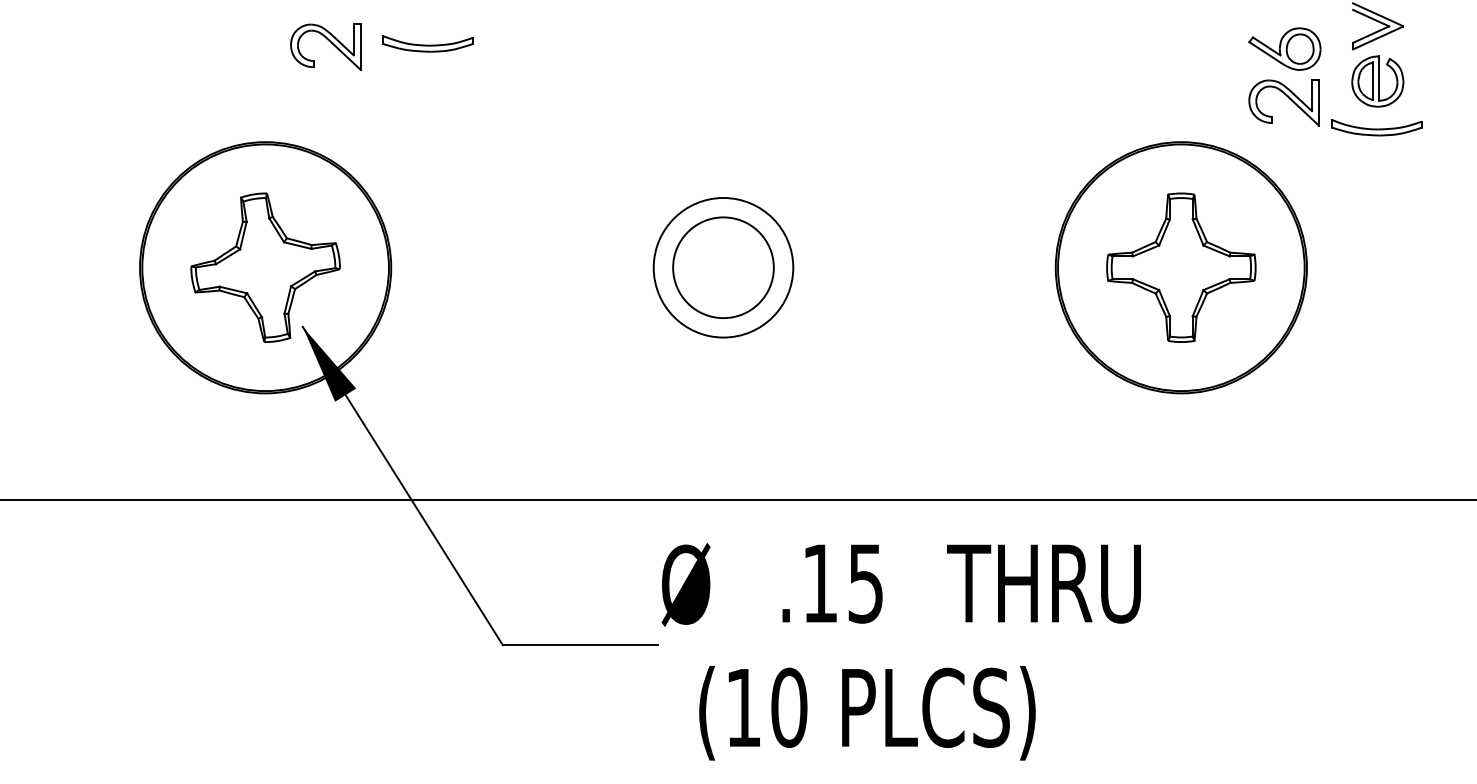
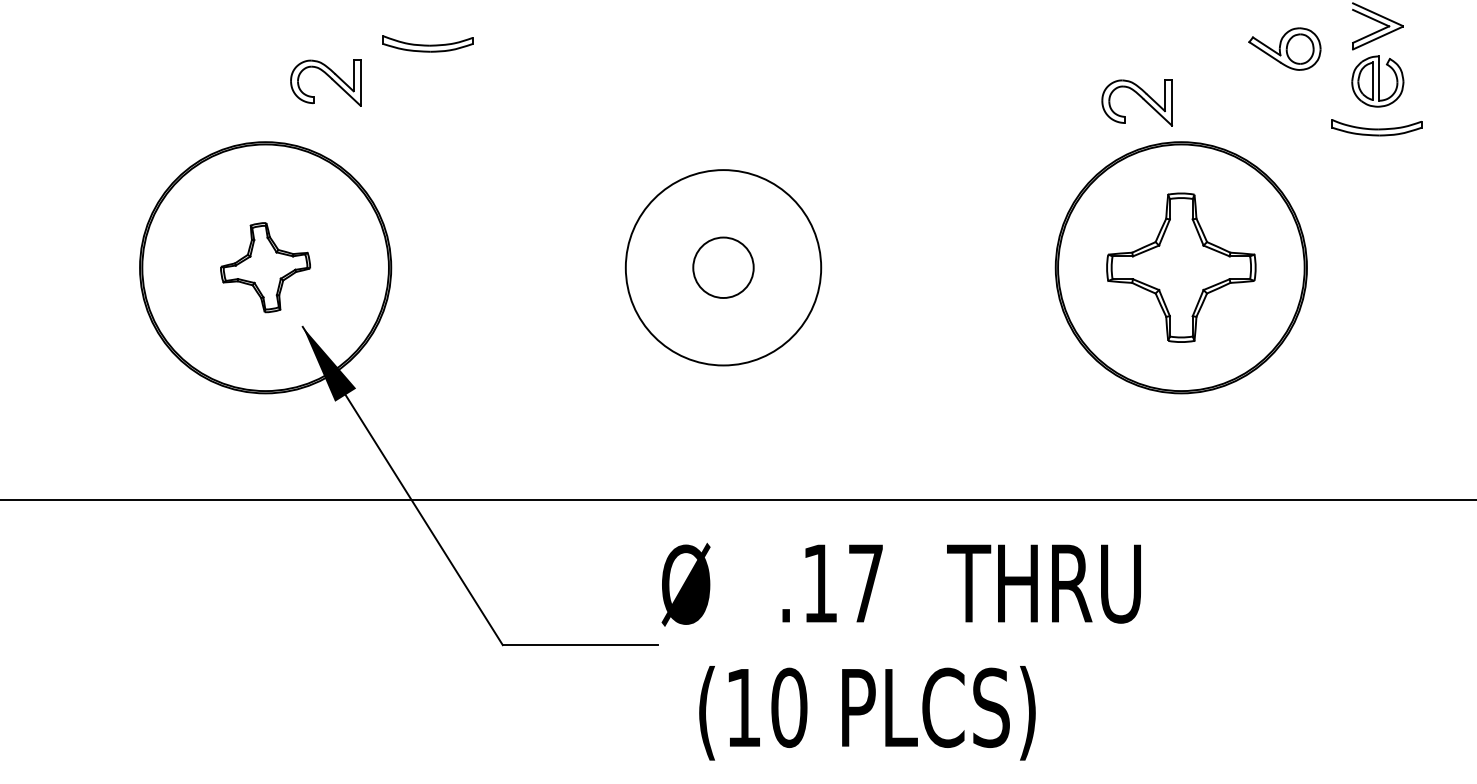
part at (327, 40) position: (327, 40) -> (327, 76)
part at (1287, 97) position: (1287, 97) -> (1140, 97)
part at (265, 267) size: 151x151 px -> 91x92 px
circle at (723, 267) diameter: 101 px -> 60 px
circle at (723, 267) diameter: 140 px -> 195 px
text at (865, 583): .15 -> .17
